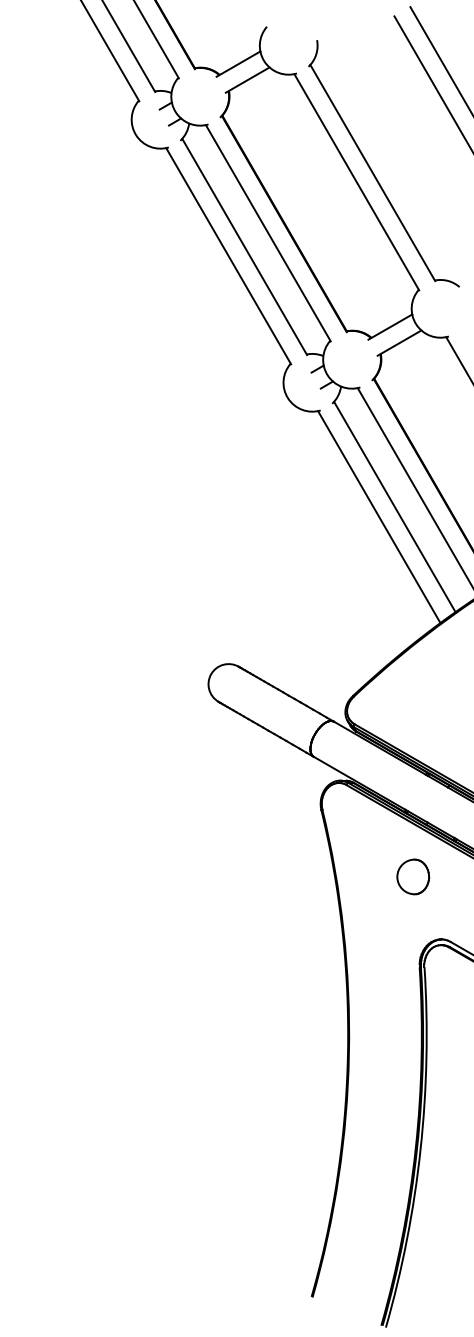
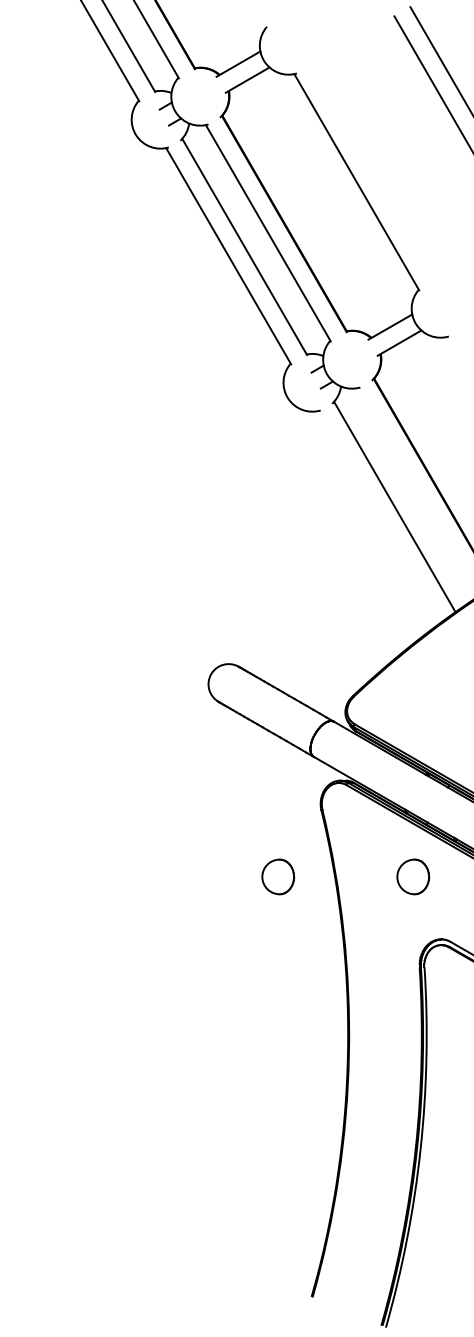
part at (371, 168): present -> none
line at (458, 358): present -> none
line at (413, 485): present -> none
line at (379, 517): present -> none
part at (278, 876): none -> present
